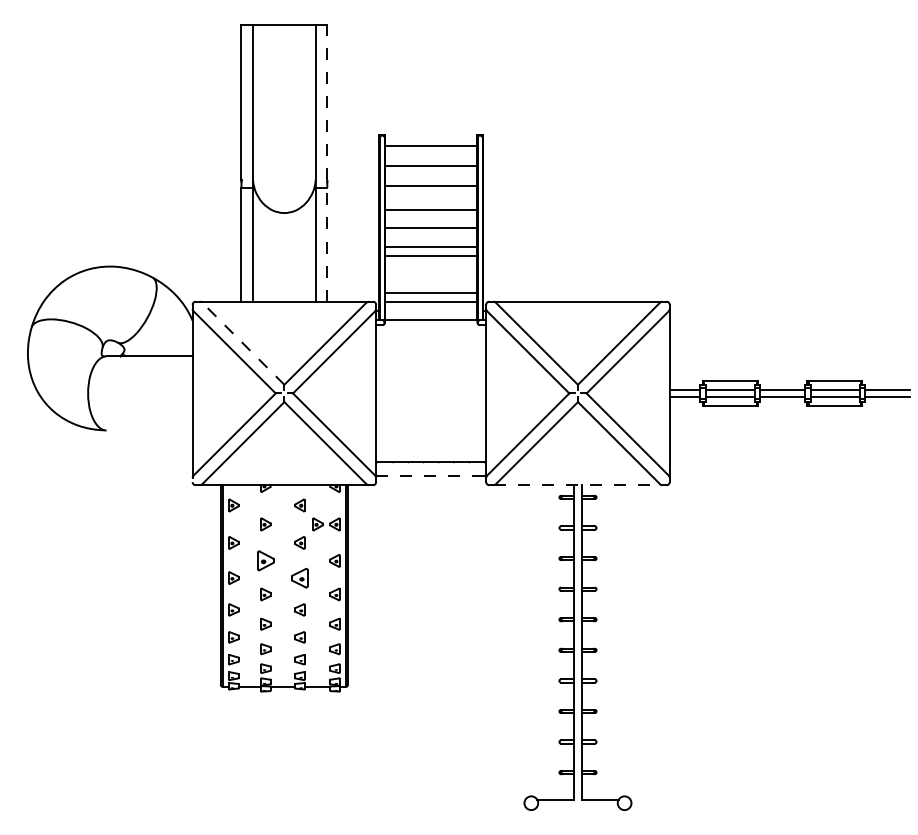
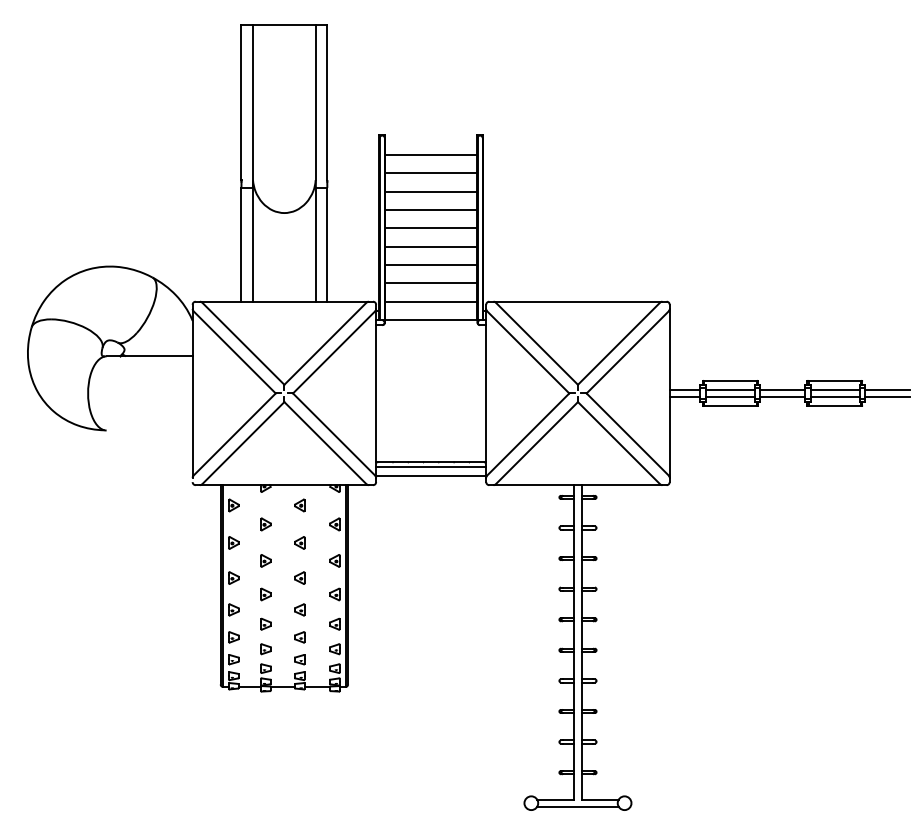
line at (327, 102): dashed -> solid
line at (431, 145) position: (431, 145) -> (431, 154)
line at (431, 166) position: (431, 166) -> (431, 173)
line at (431, 185) position: (431, 185) -> (431, 191)
line at (327, 244): dashed -> solid
line at (431, 256) position: (431, 256) -> (431, 265)
line at (431, 293) position: (431, 293) -> (431, 283)
line at (242, 343): dashed -> solid
line at (431, 466): none -> present
line at (431, 476): dashed -> solid
line at (578, 485): dashed -> solid
part at (317, 524): present -> none
part at (265, 560) size: 18x22 px -> 12x14 px
part at (299, 577) size: 18x22 px -> 12x14 px
line at (577, 806): none -> present
